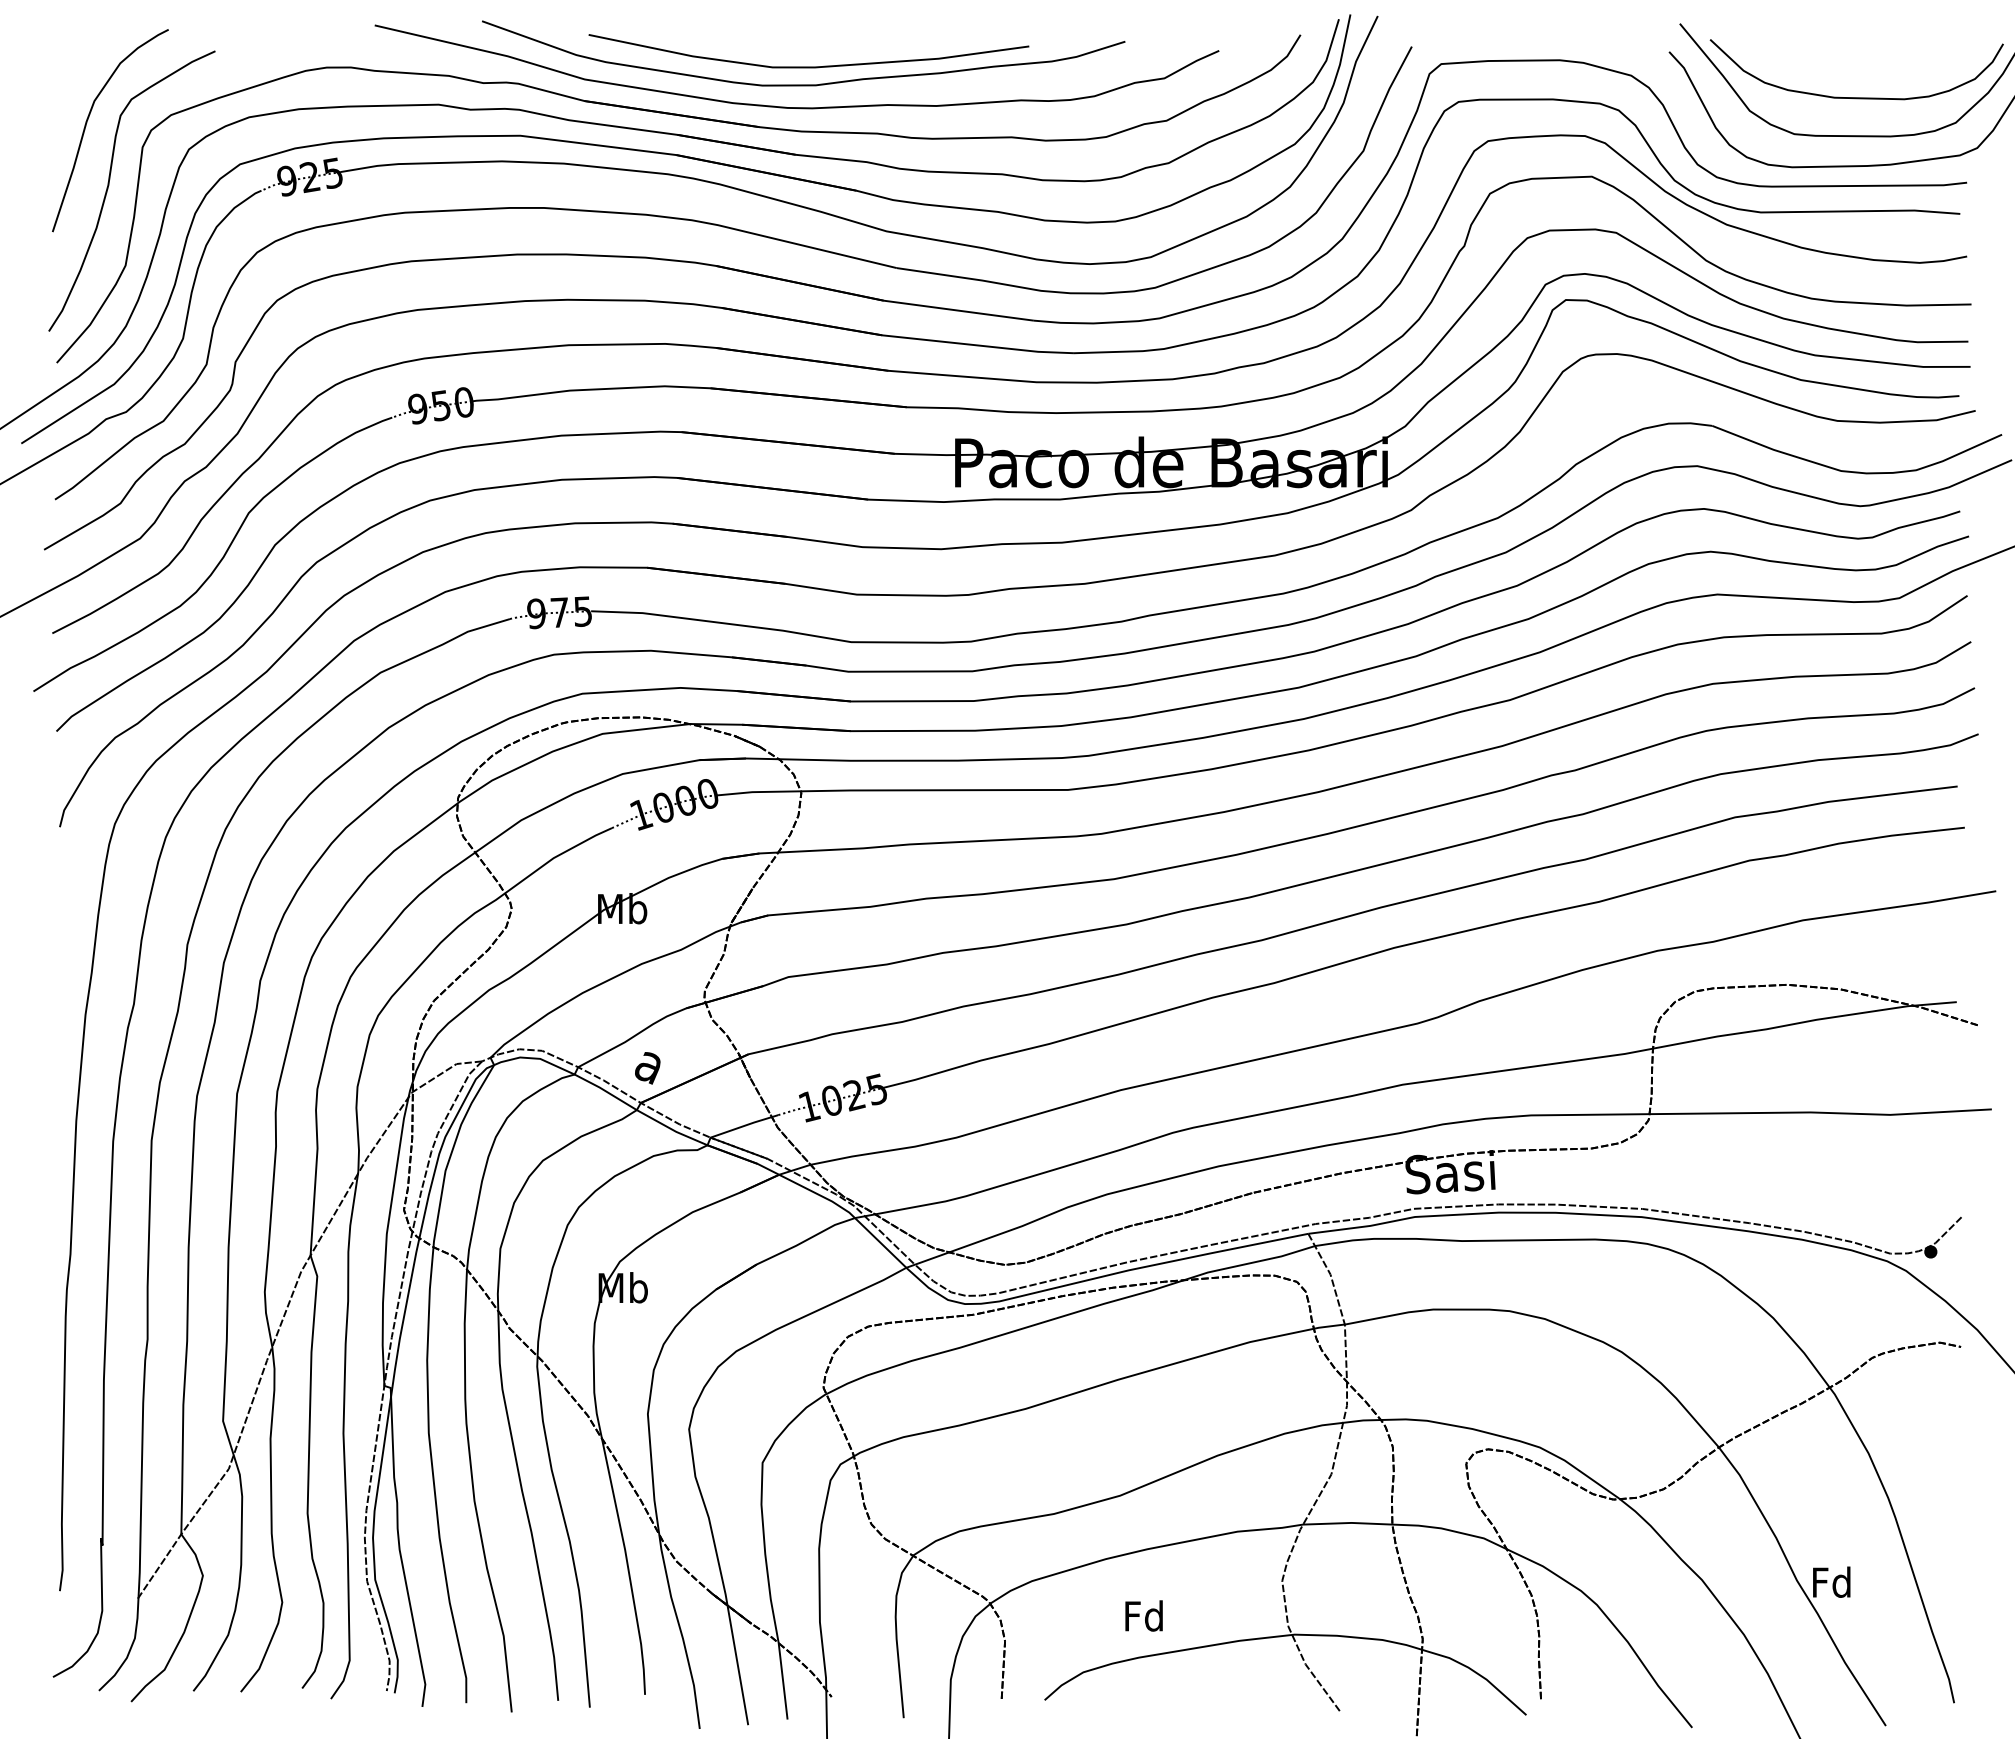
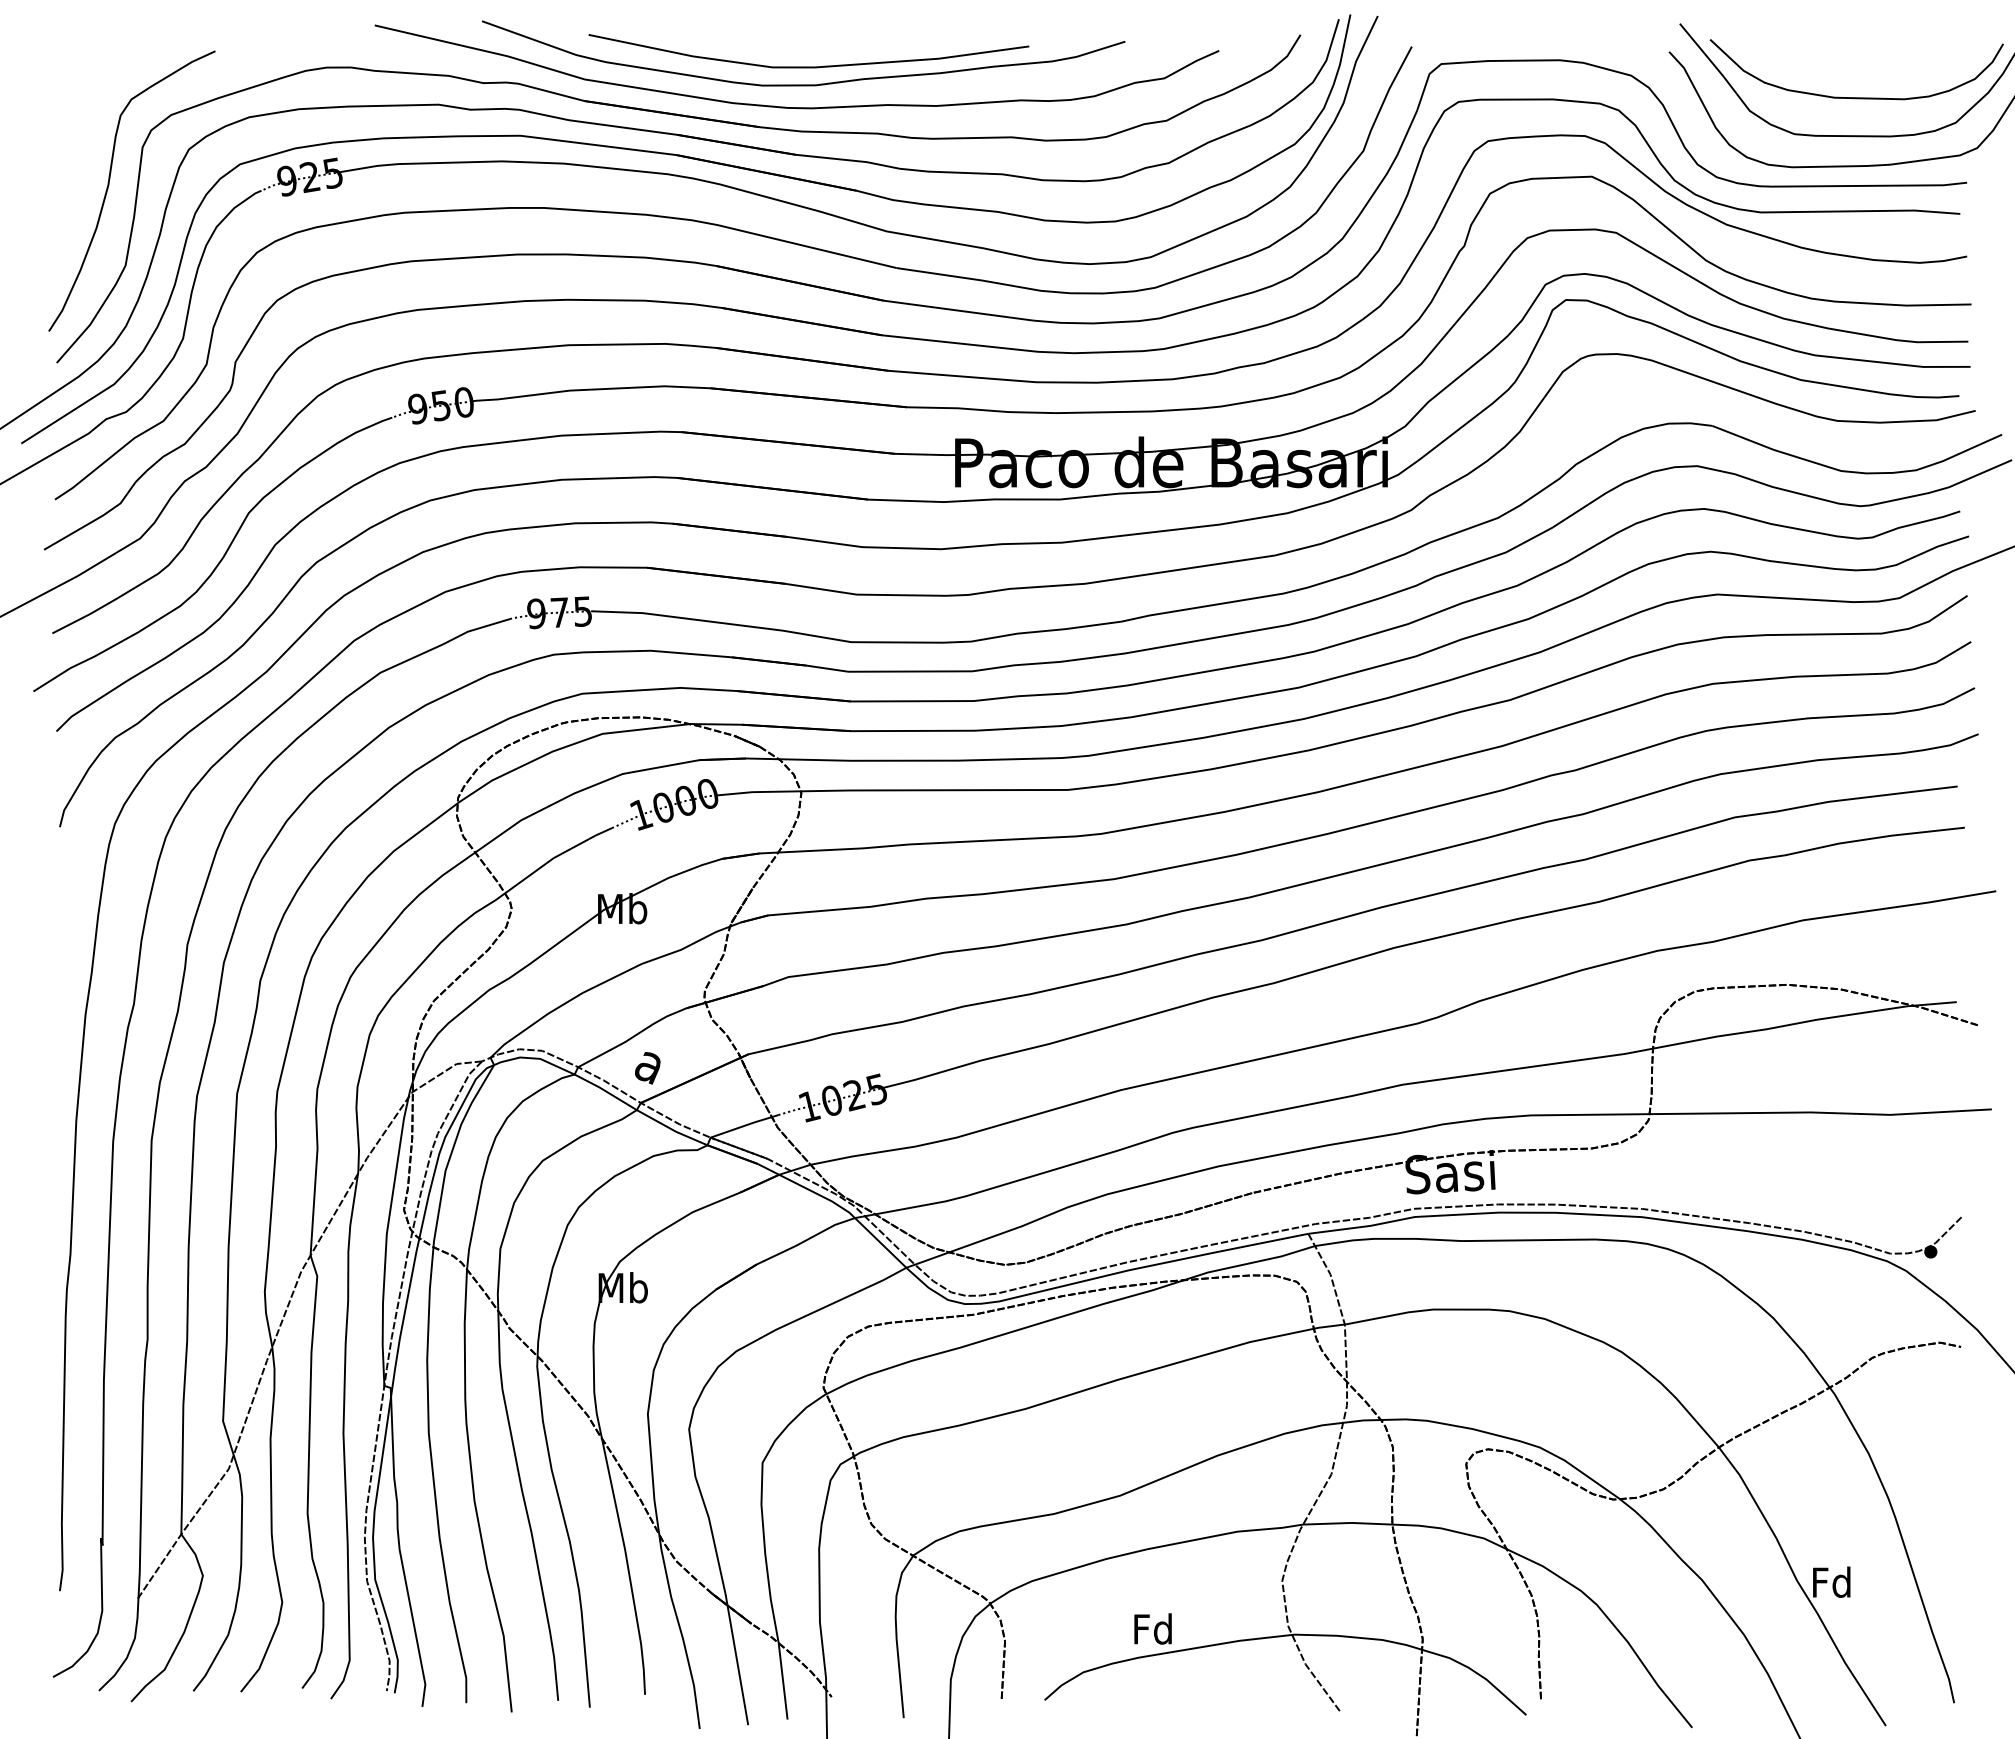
curve at (87, 123): present -> none
text at (1143, 1615) position: (1143, 1615) -> (1152, 1628)
